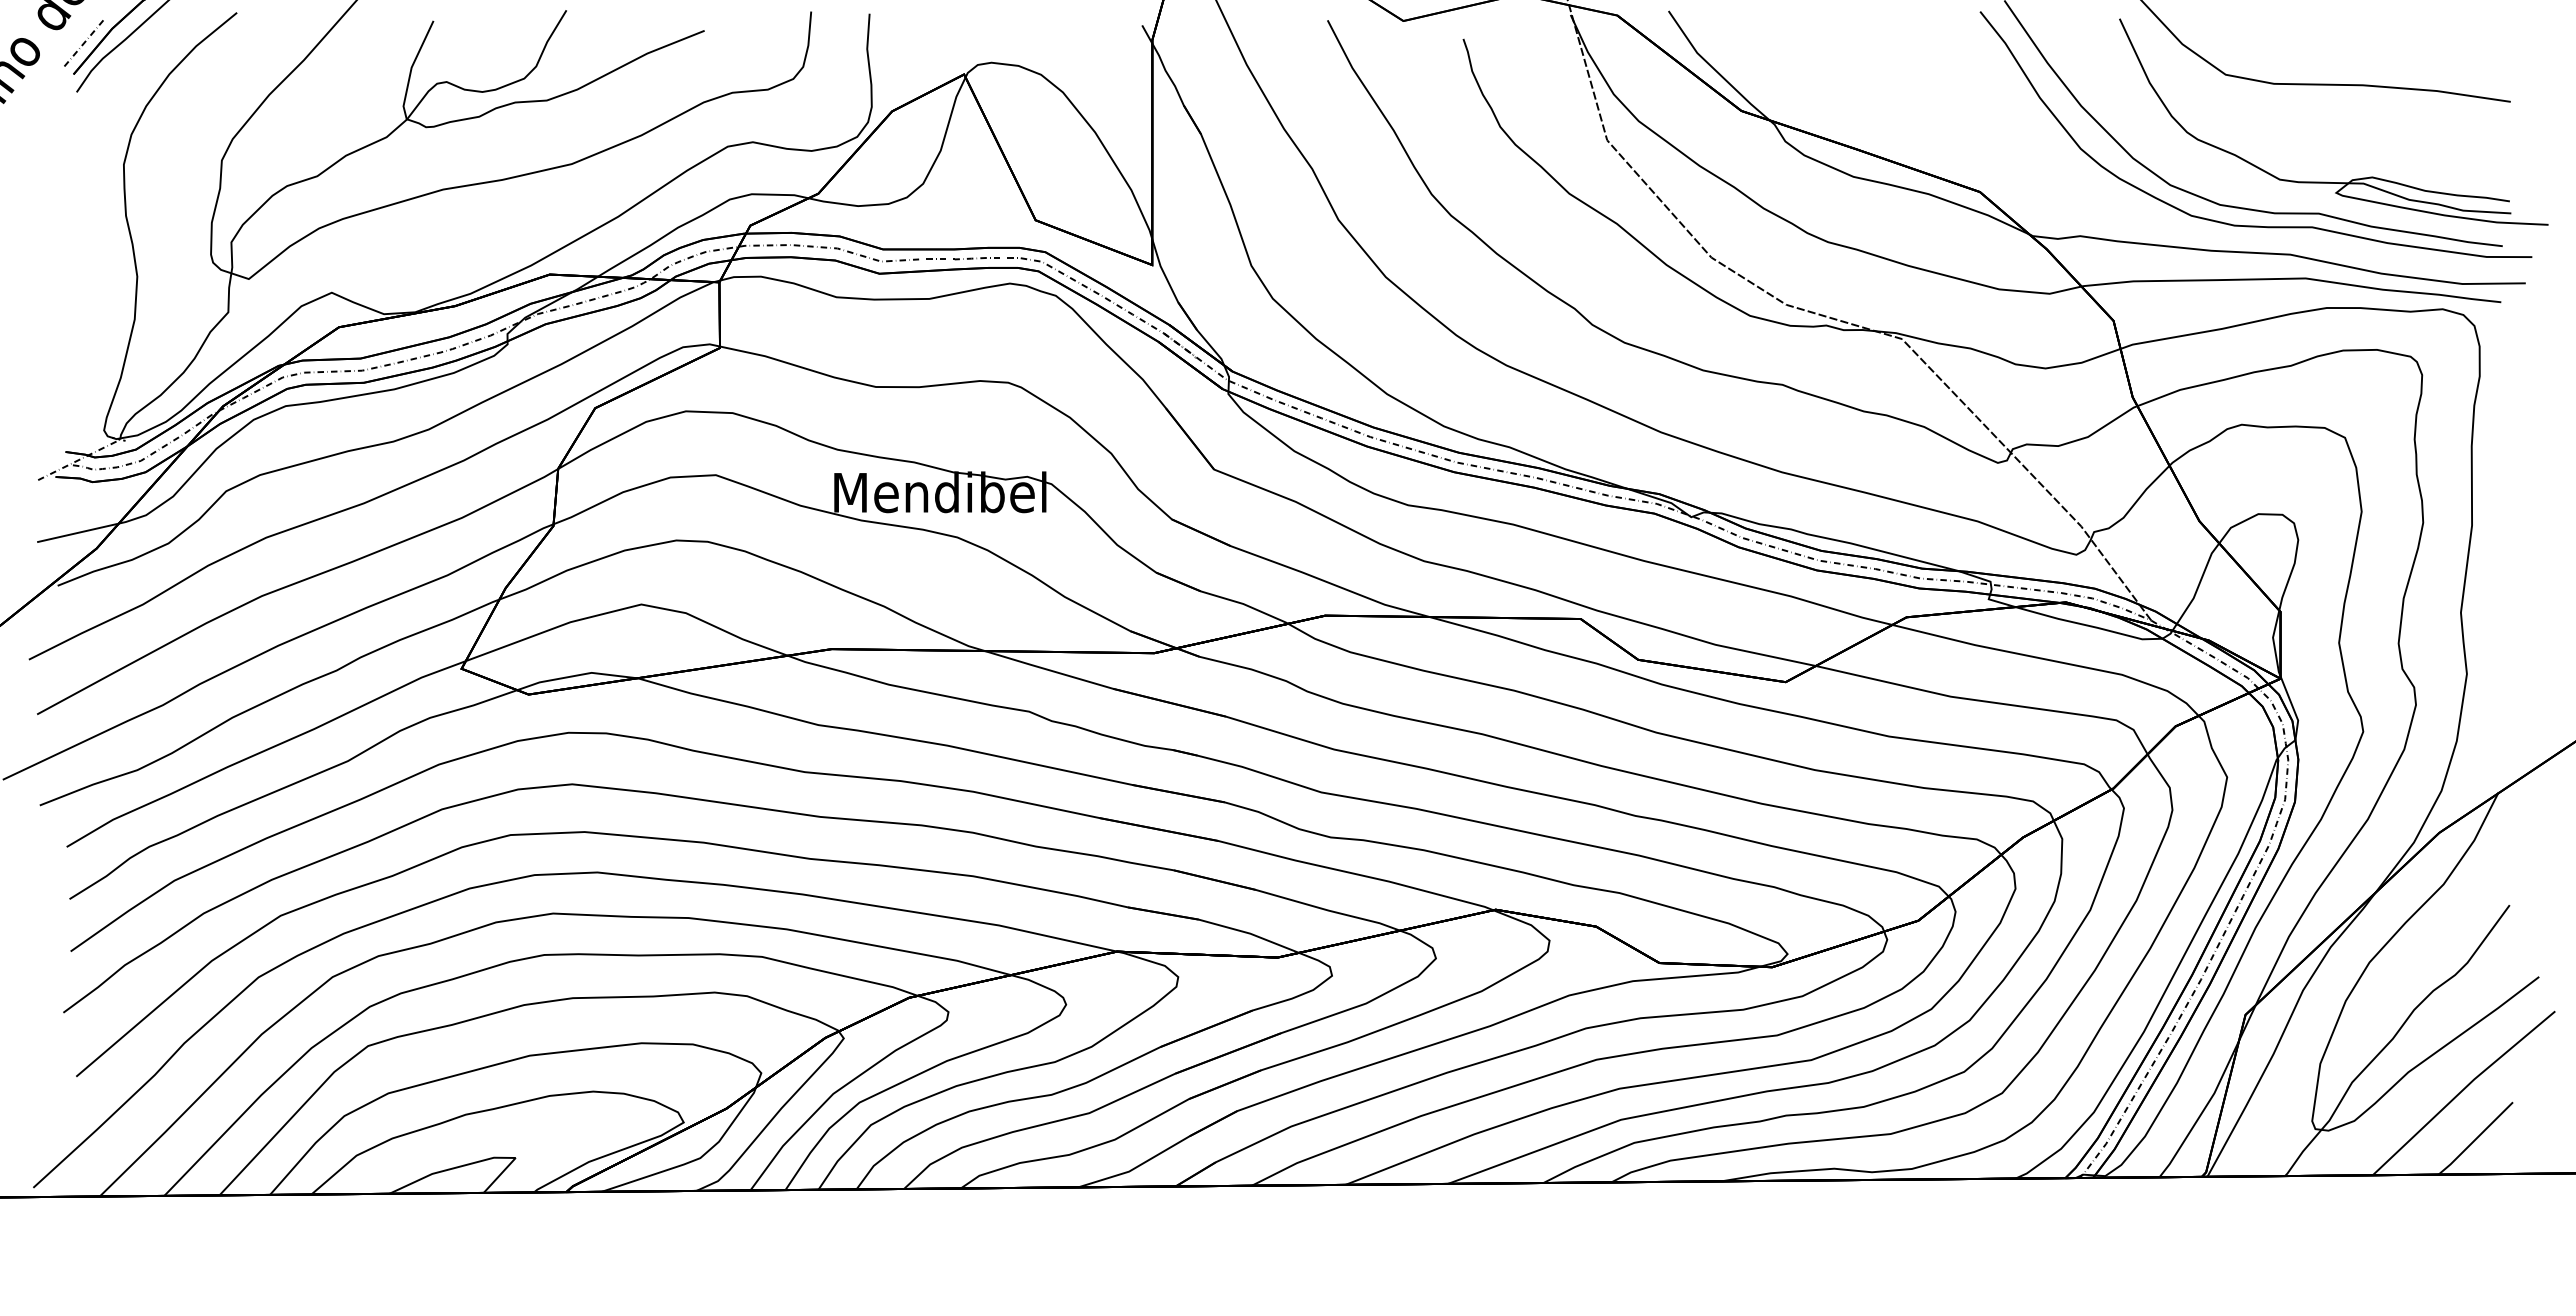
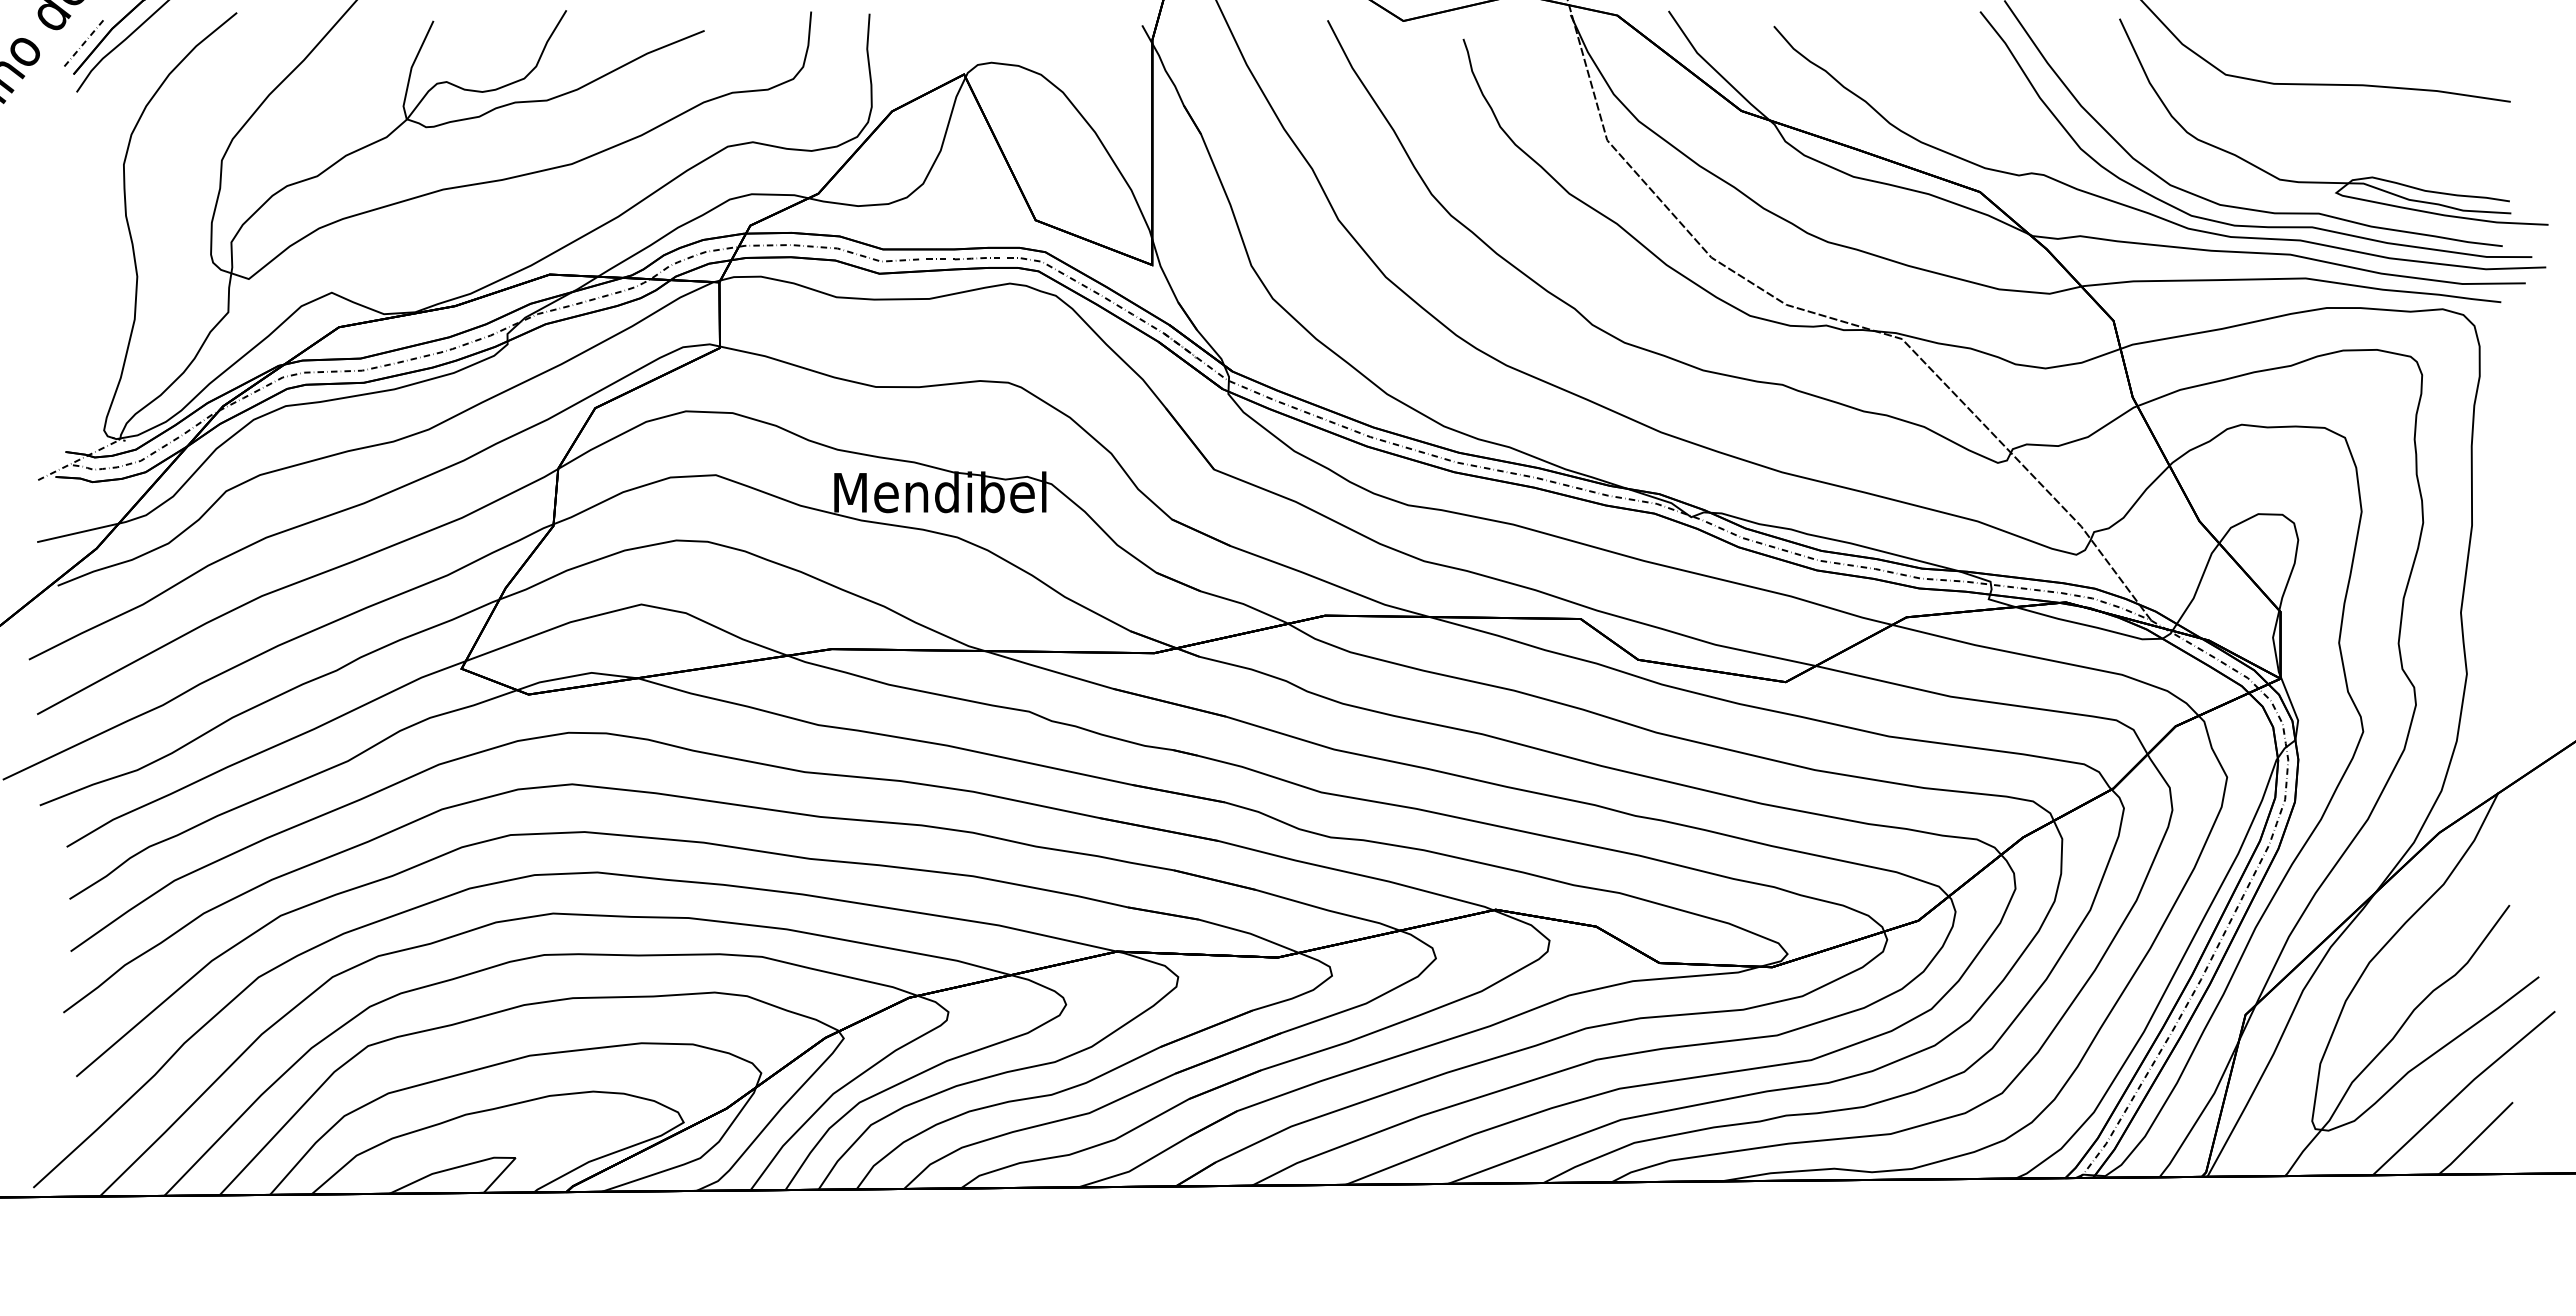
curve at (2137, 208): none -> present
